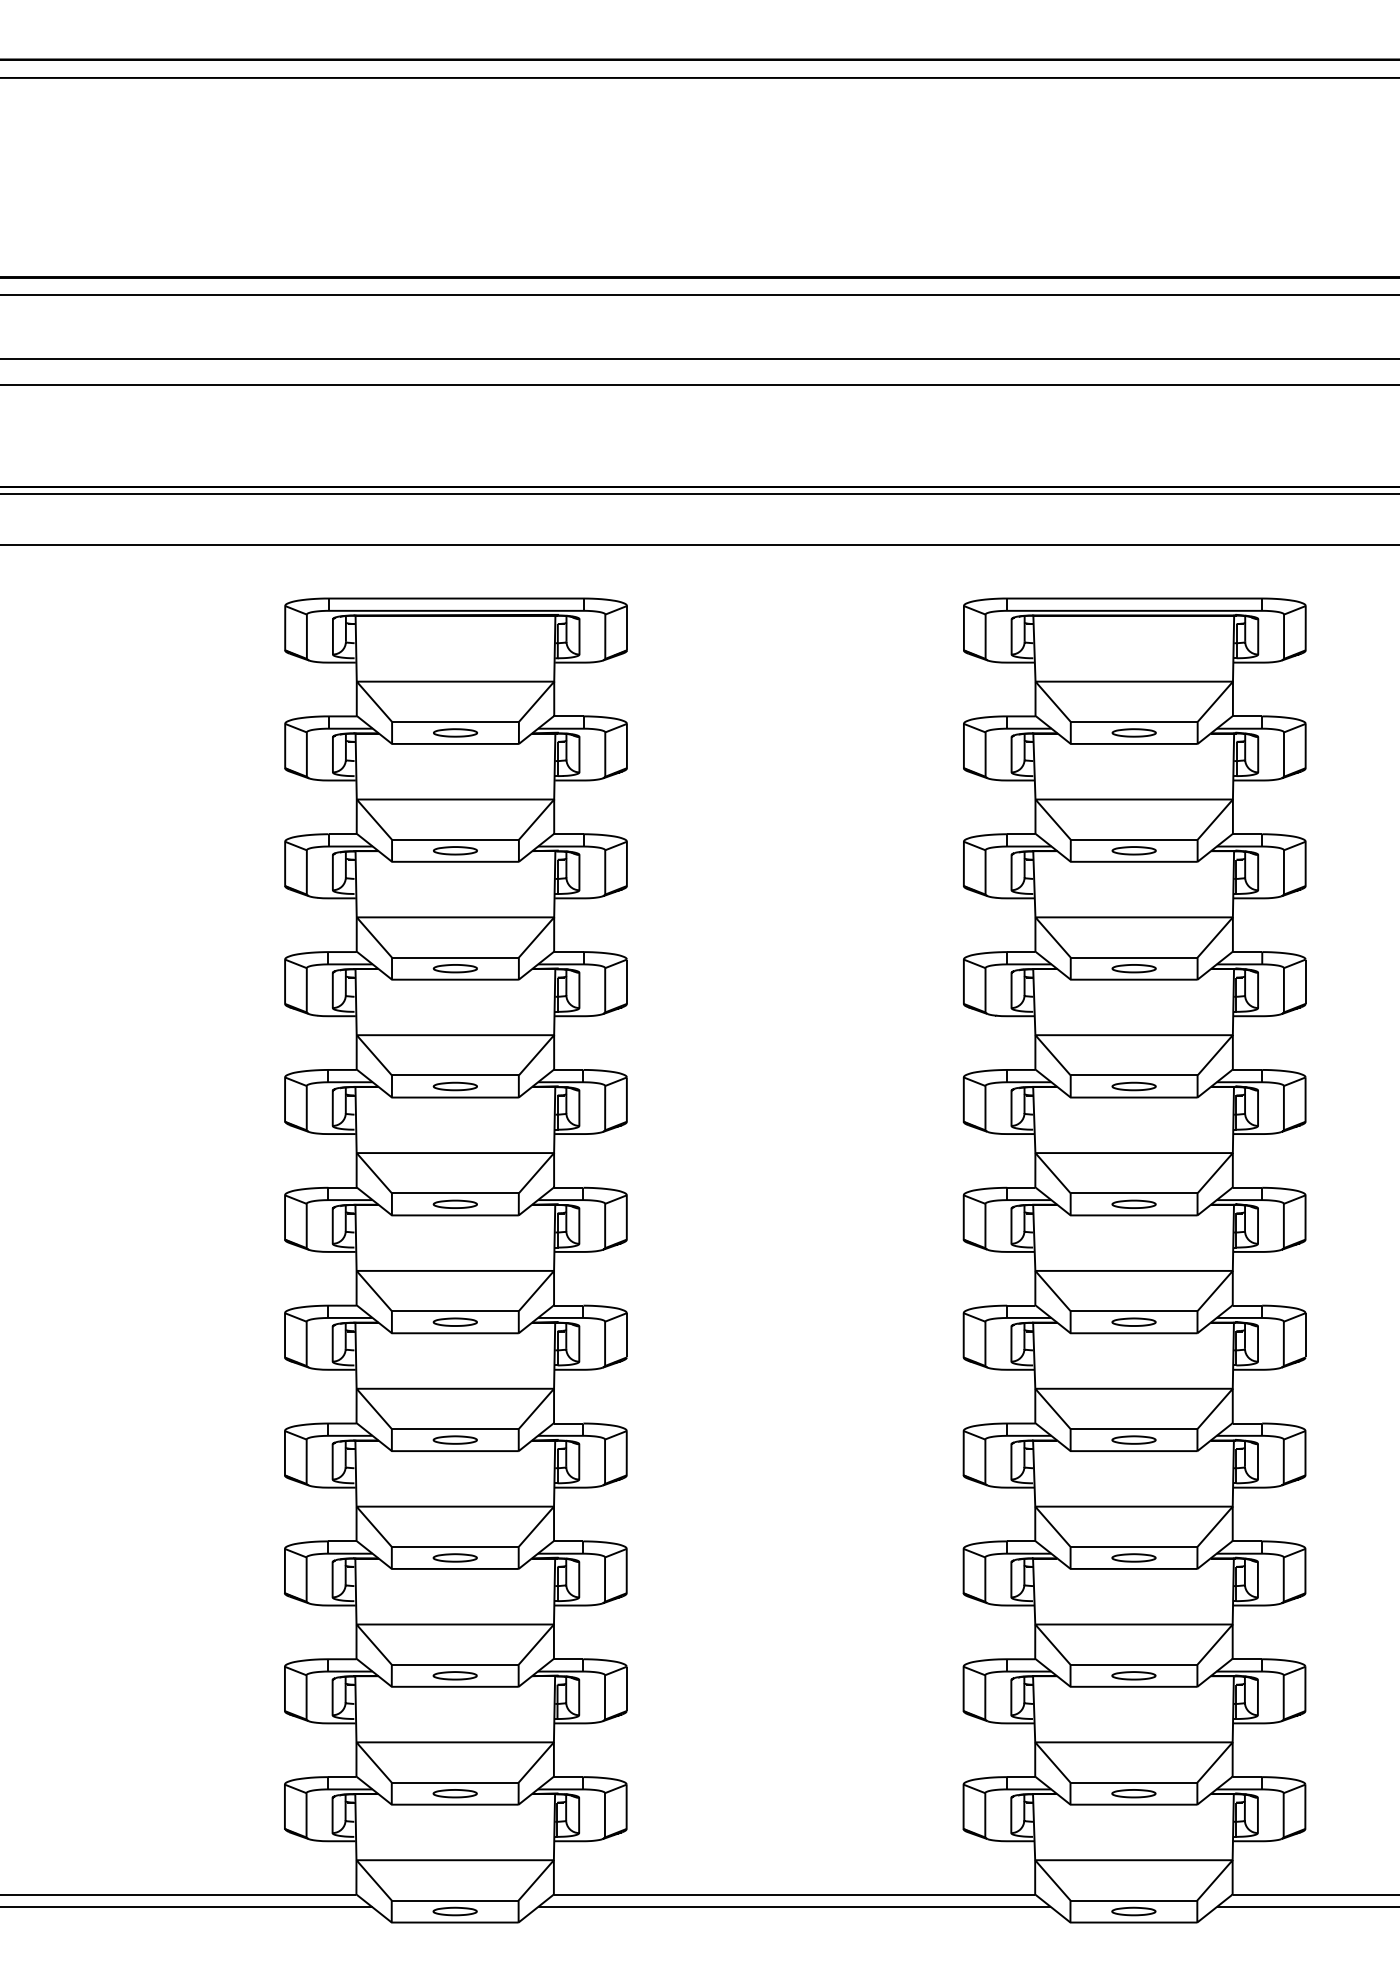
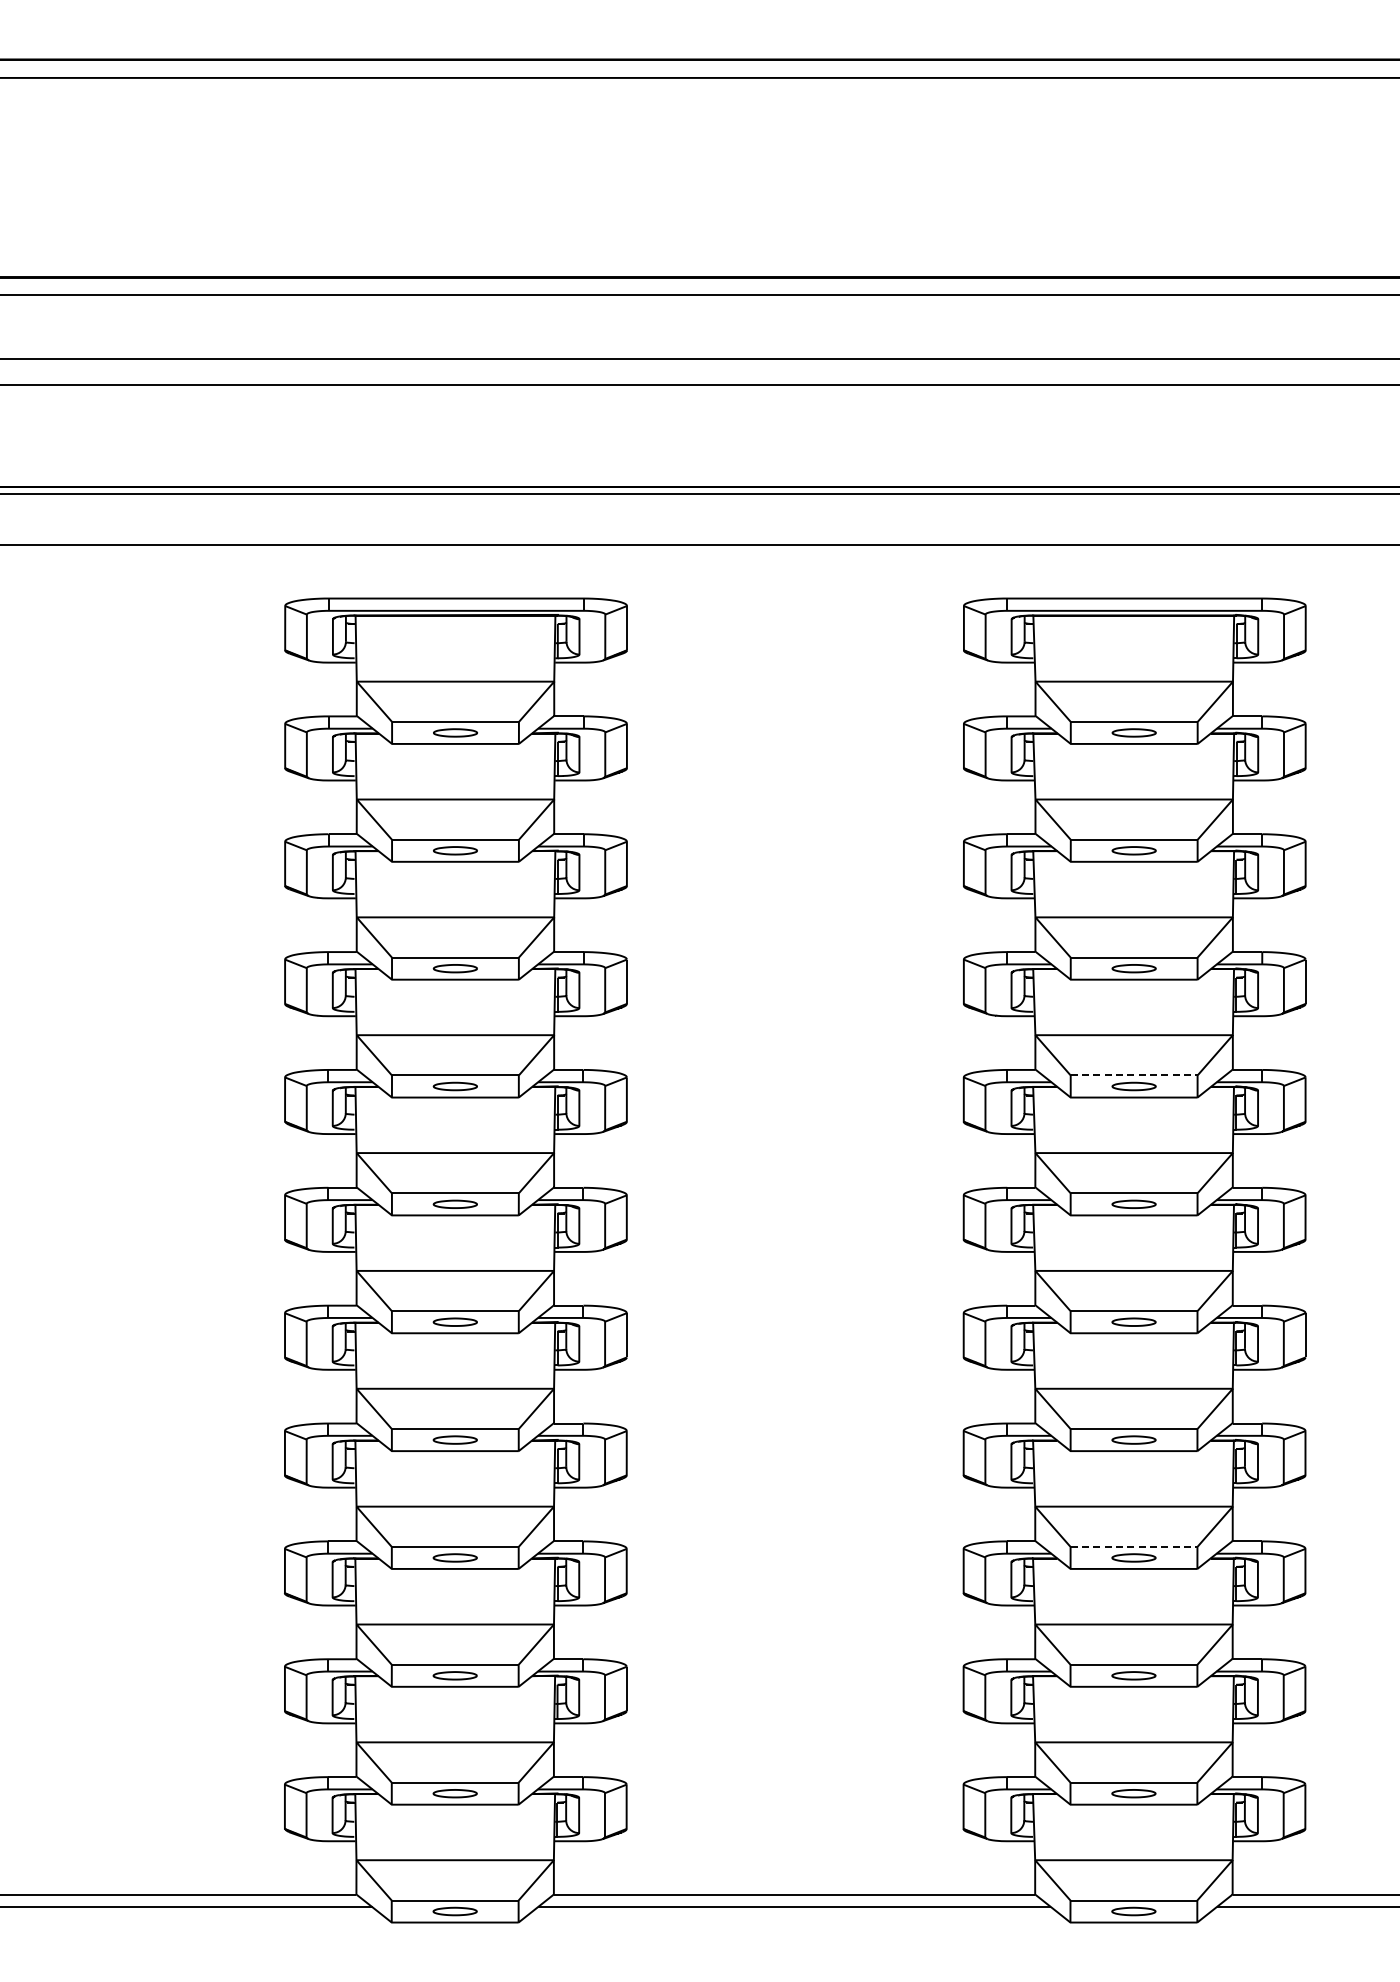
line at (1134, 1075): solid -> dashed
line at (1134, 1546): solid -> dashed
